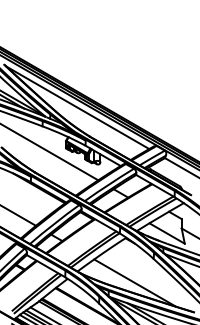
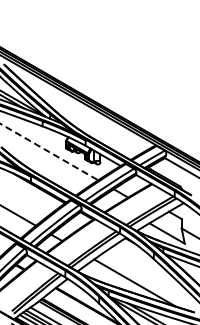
line at (77, 107): present -> none
line at (49, 152): solid -> dashed
